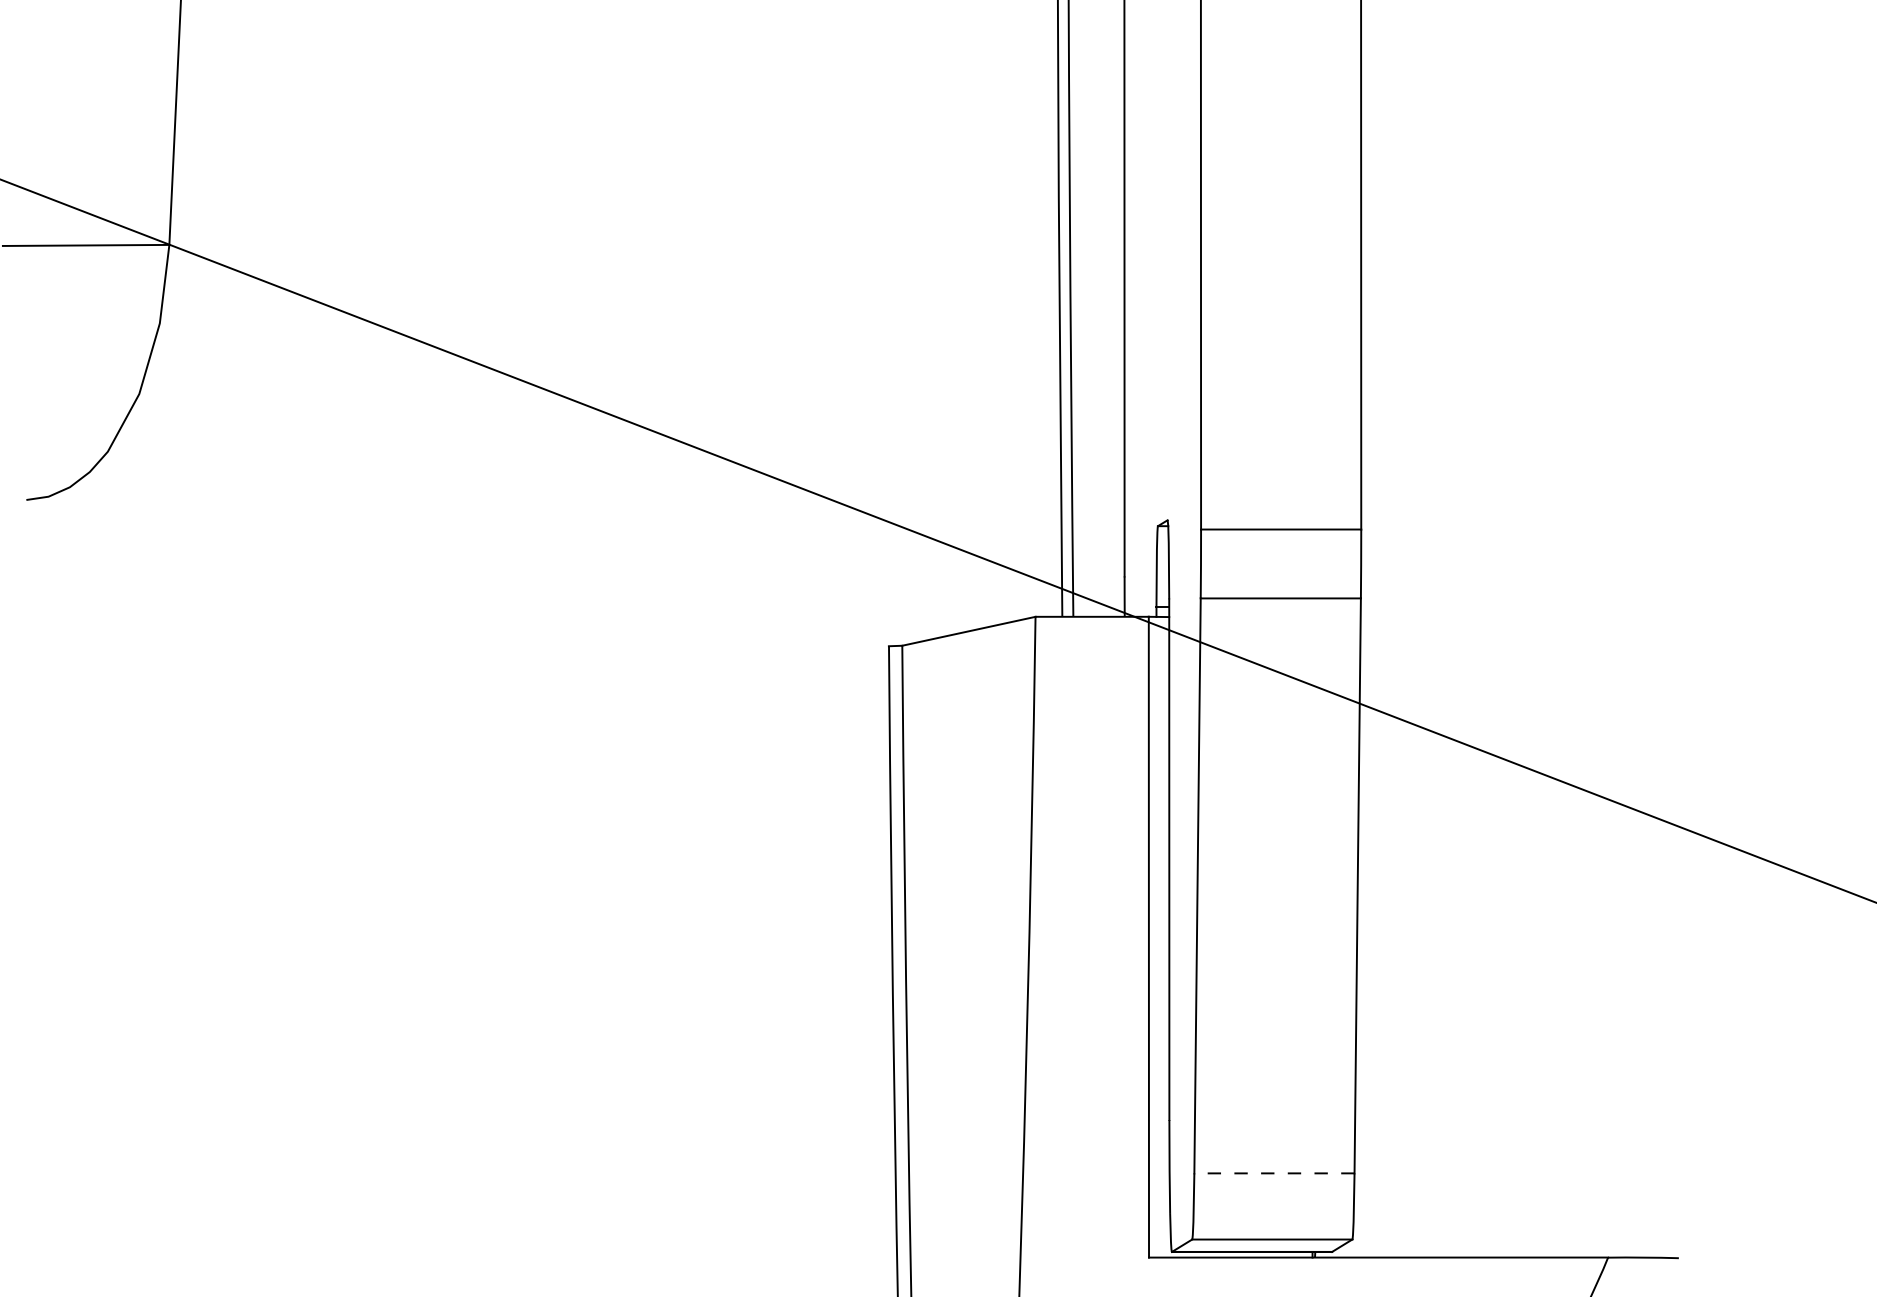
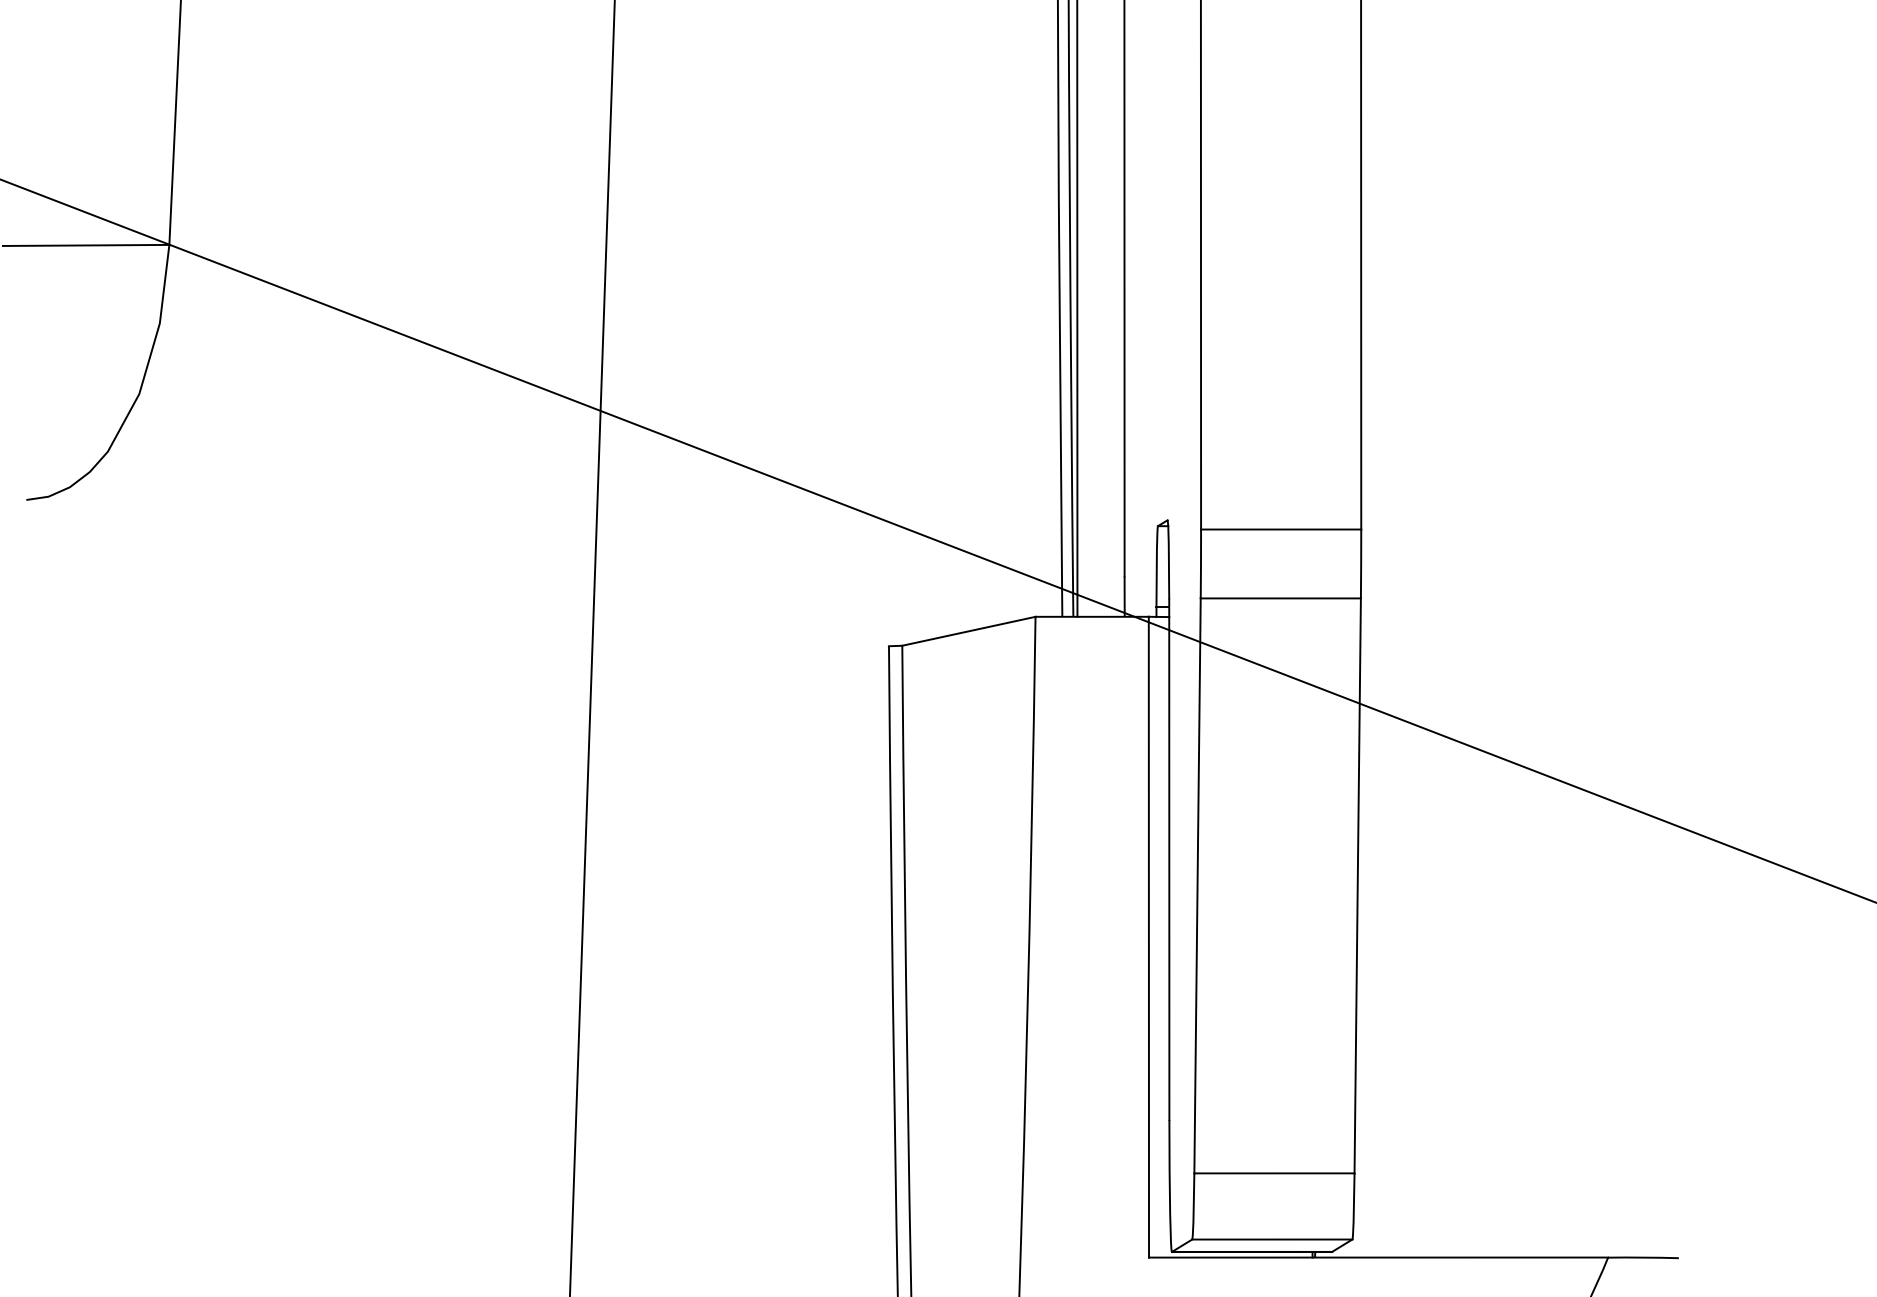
line at (1077, 309): none -> present
line at (592, 647): none -> present
line at (1273, 1173): dashed -> solid
